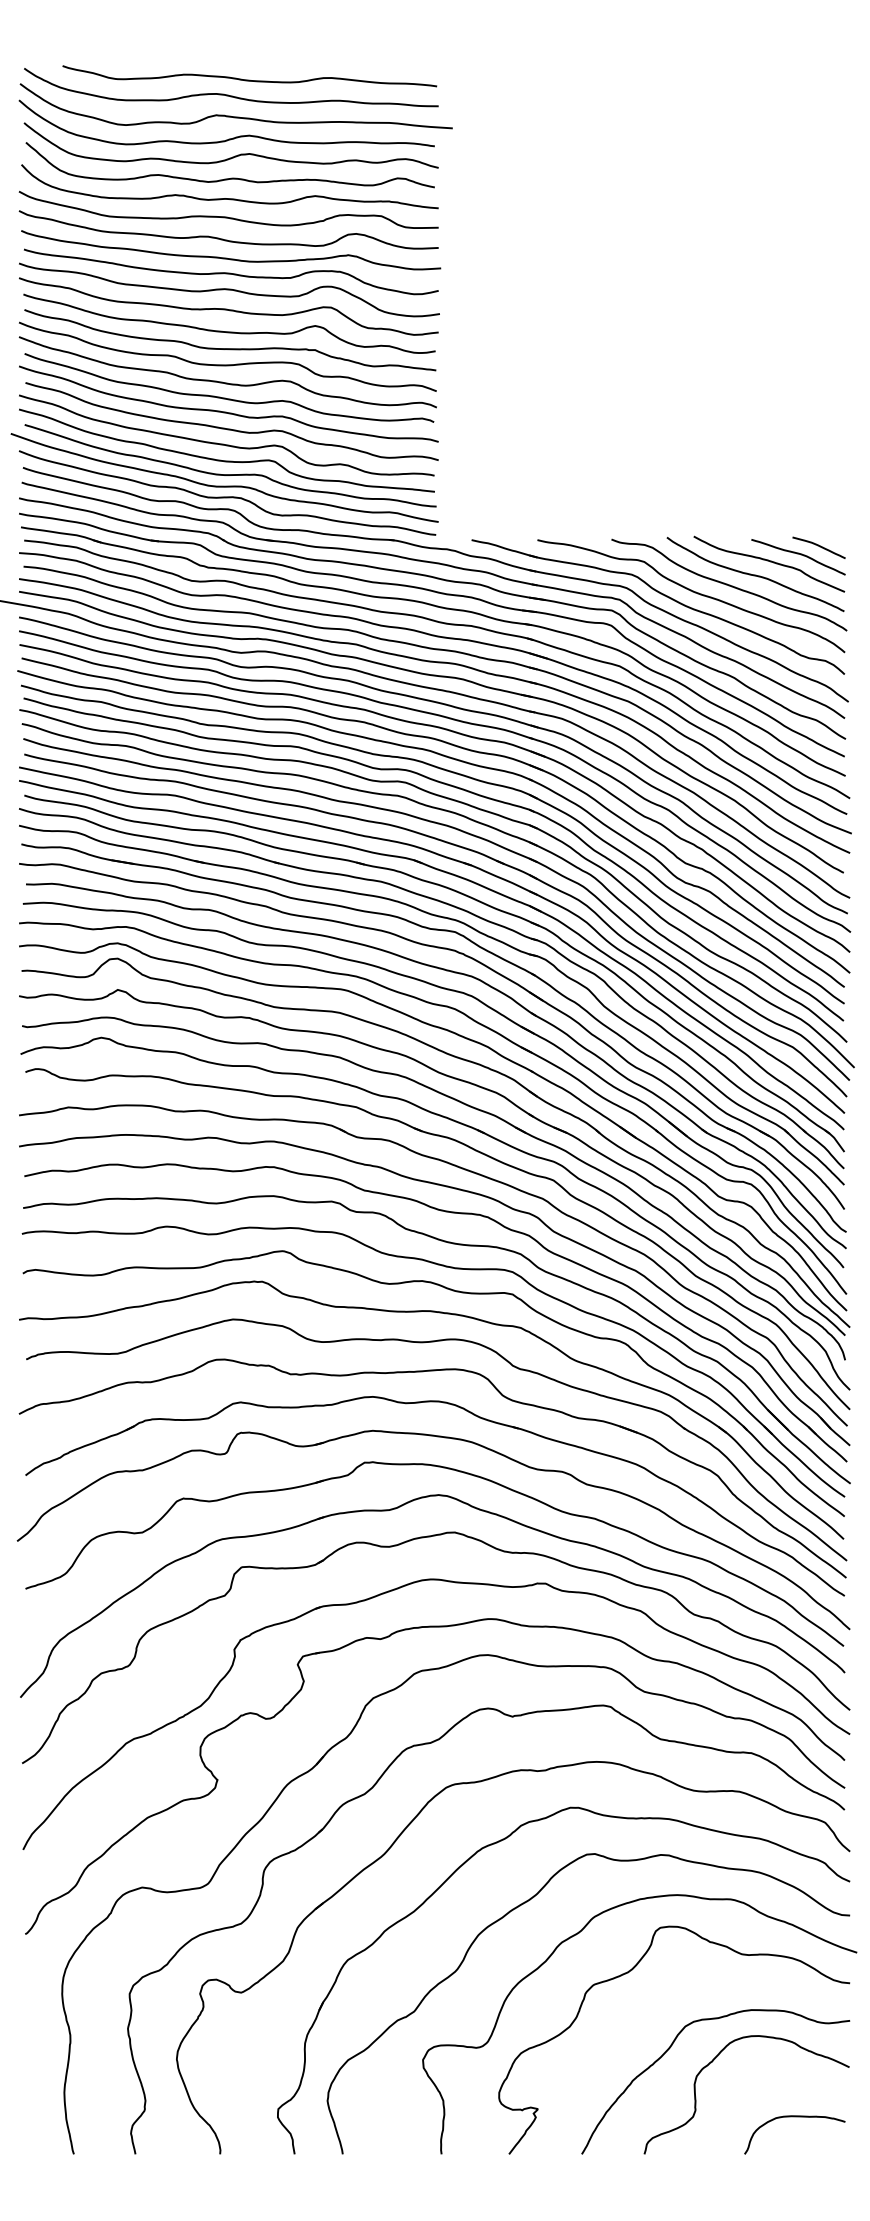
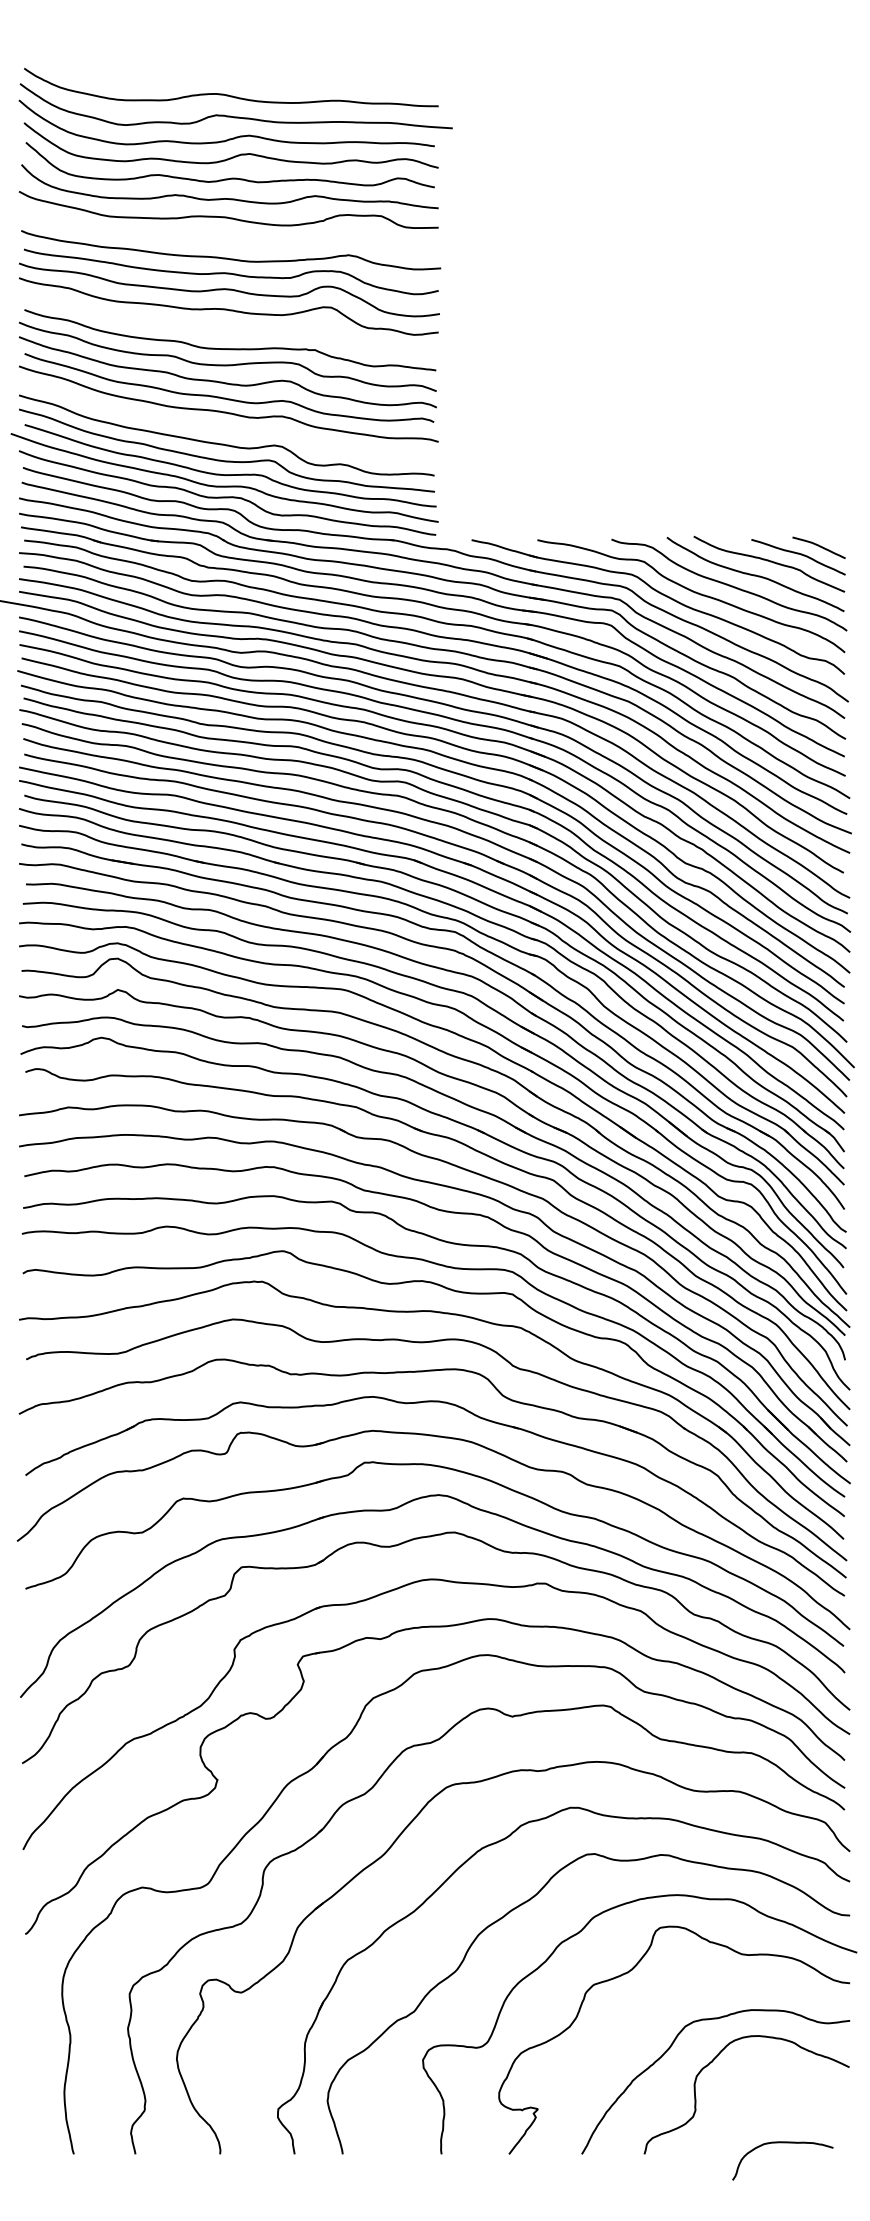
curve at (249, 79): present -> none
curve at (227, 239): present -> none
curve at (229, 331): present -> none
curve at (230, 428): present -> none
curve at (794, 2117) position: (794, 2117) -> (782, 2143)
